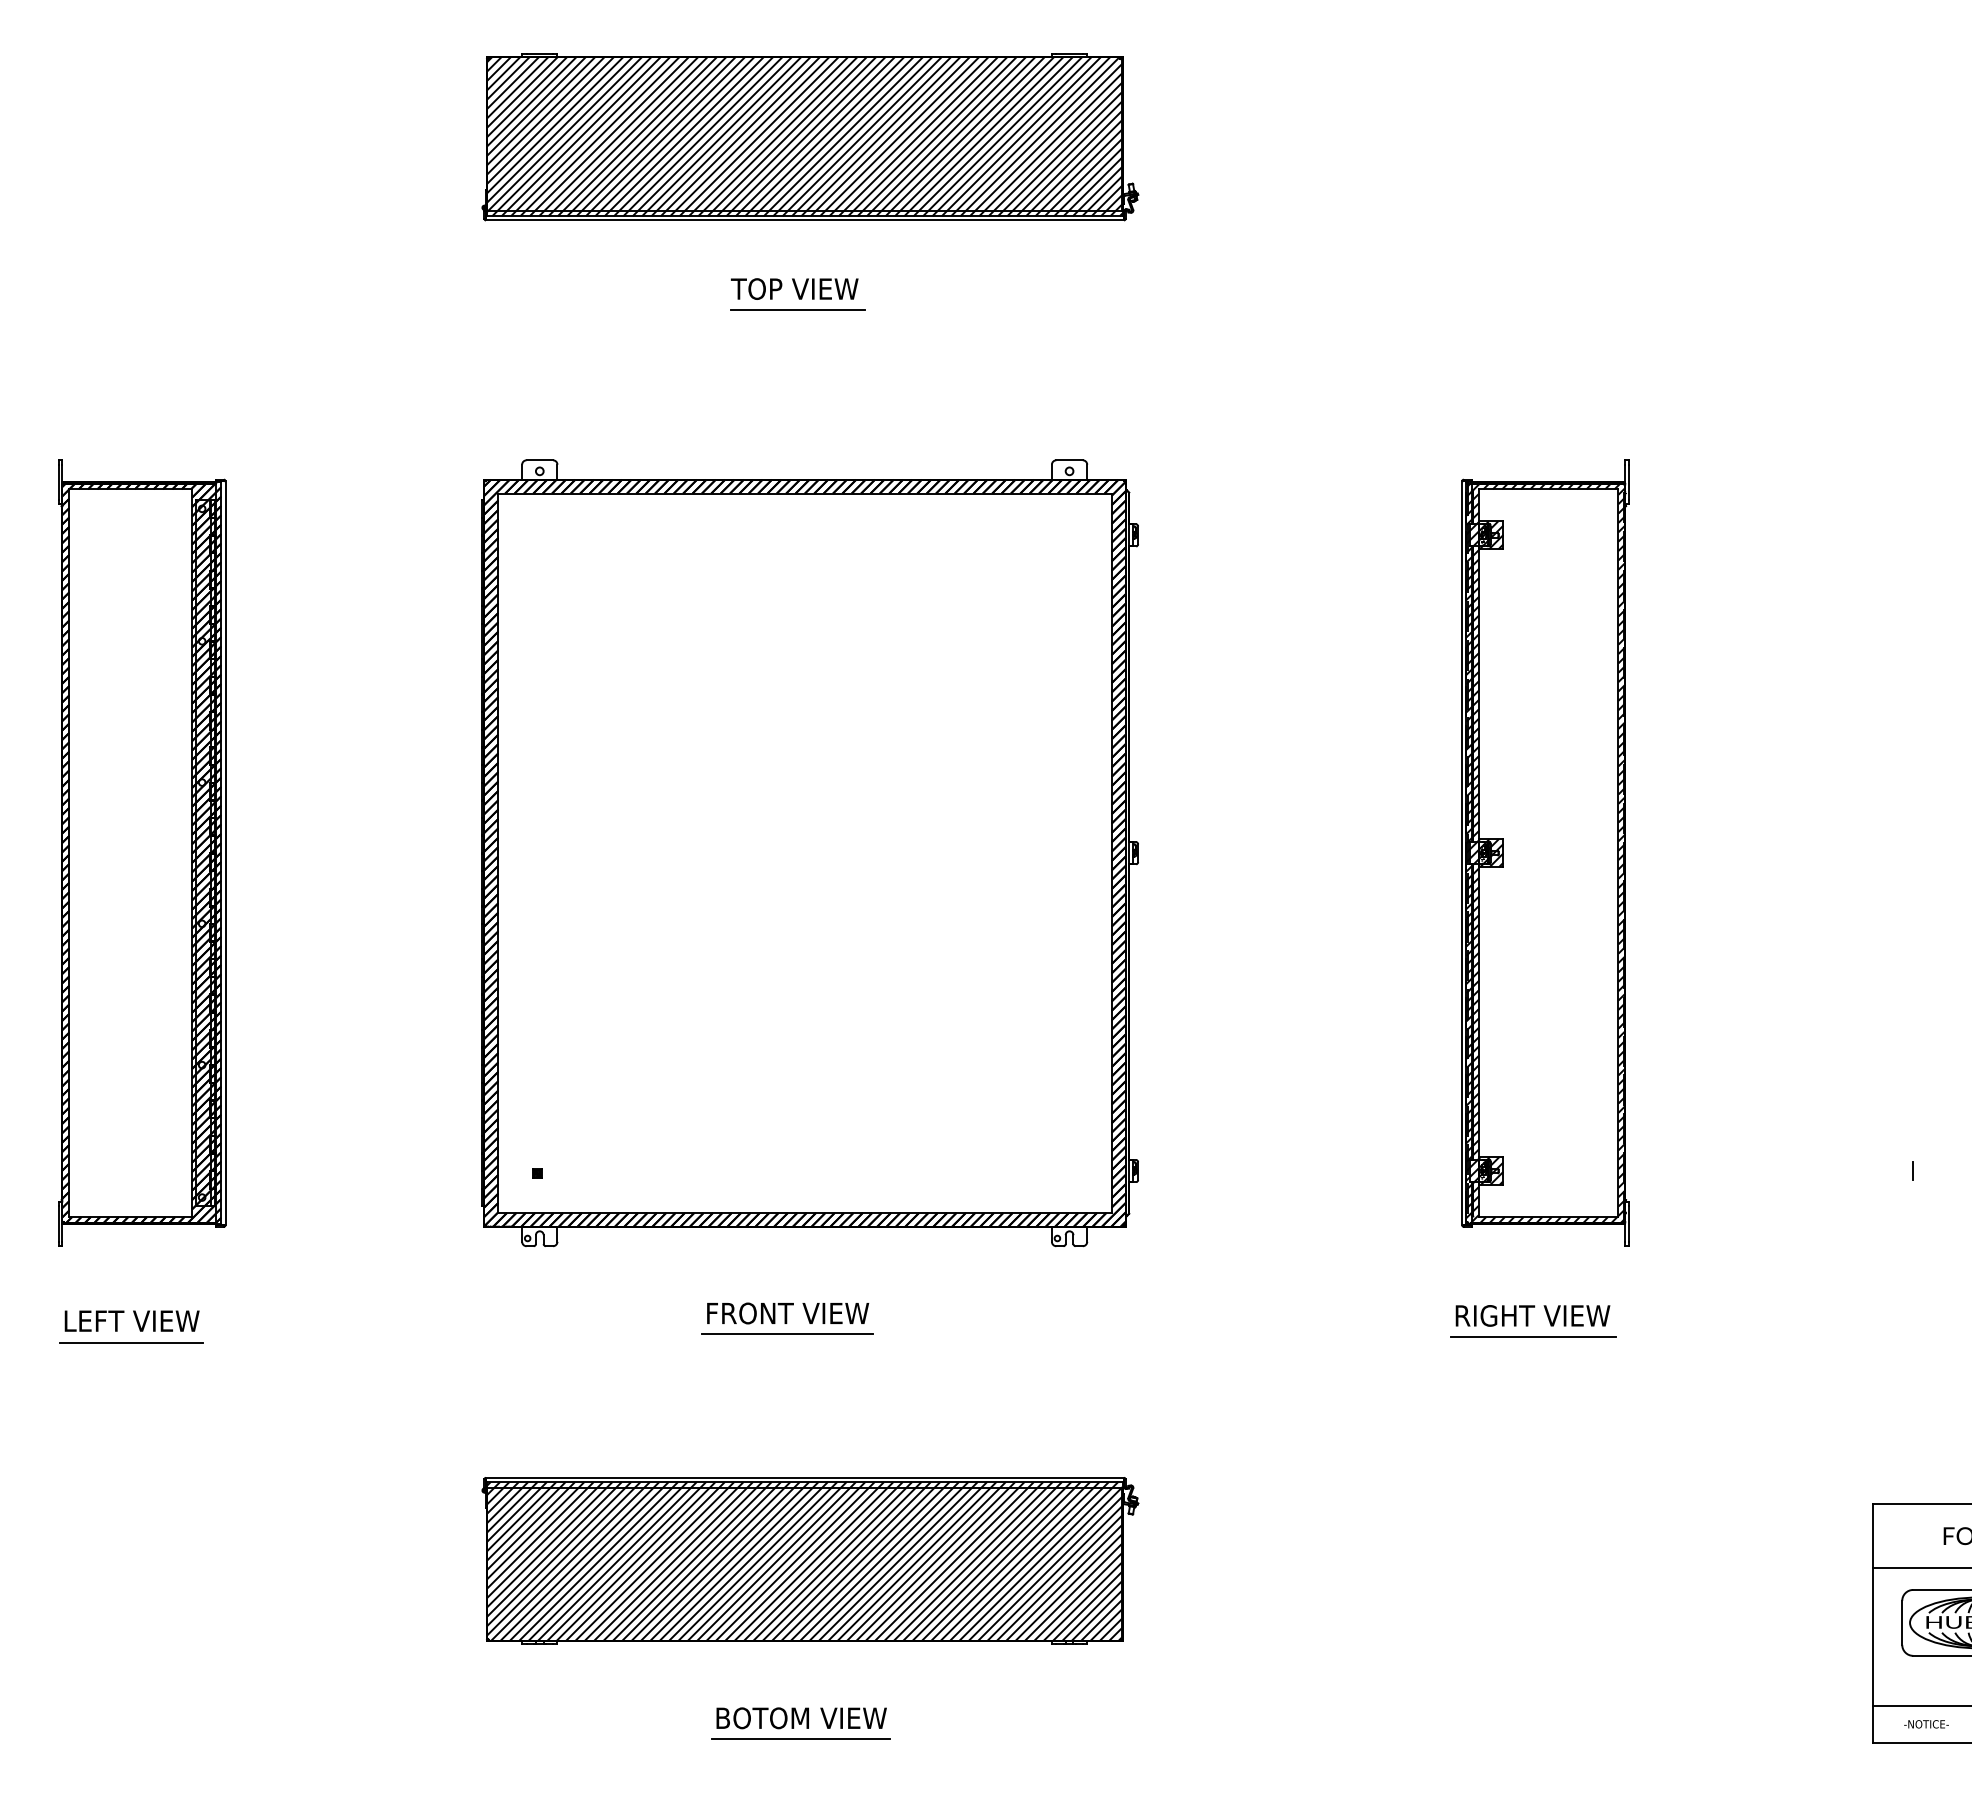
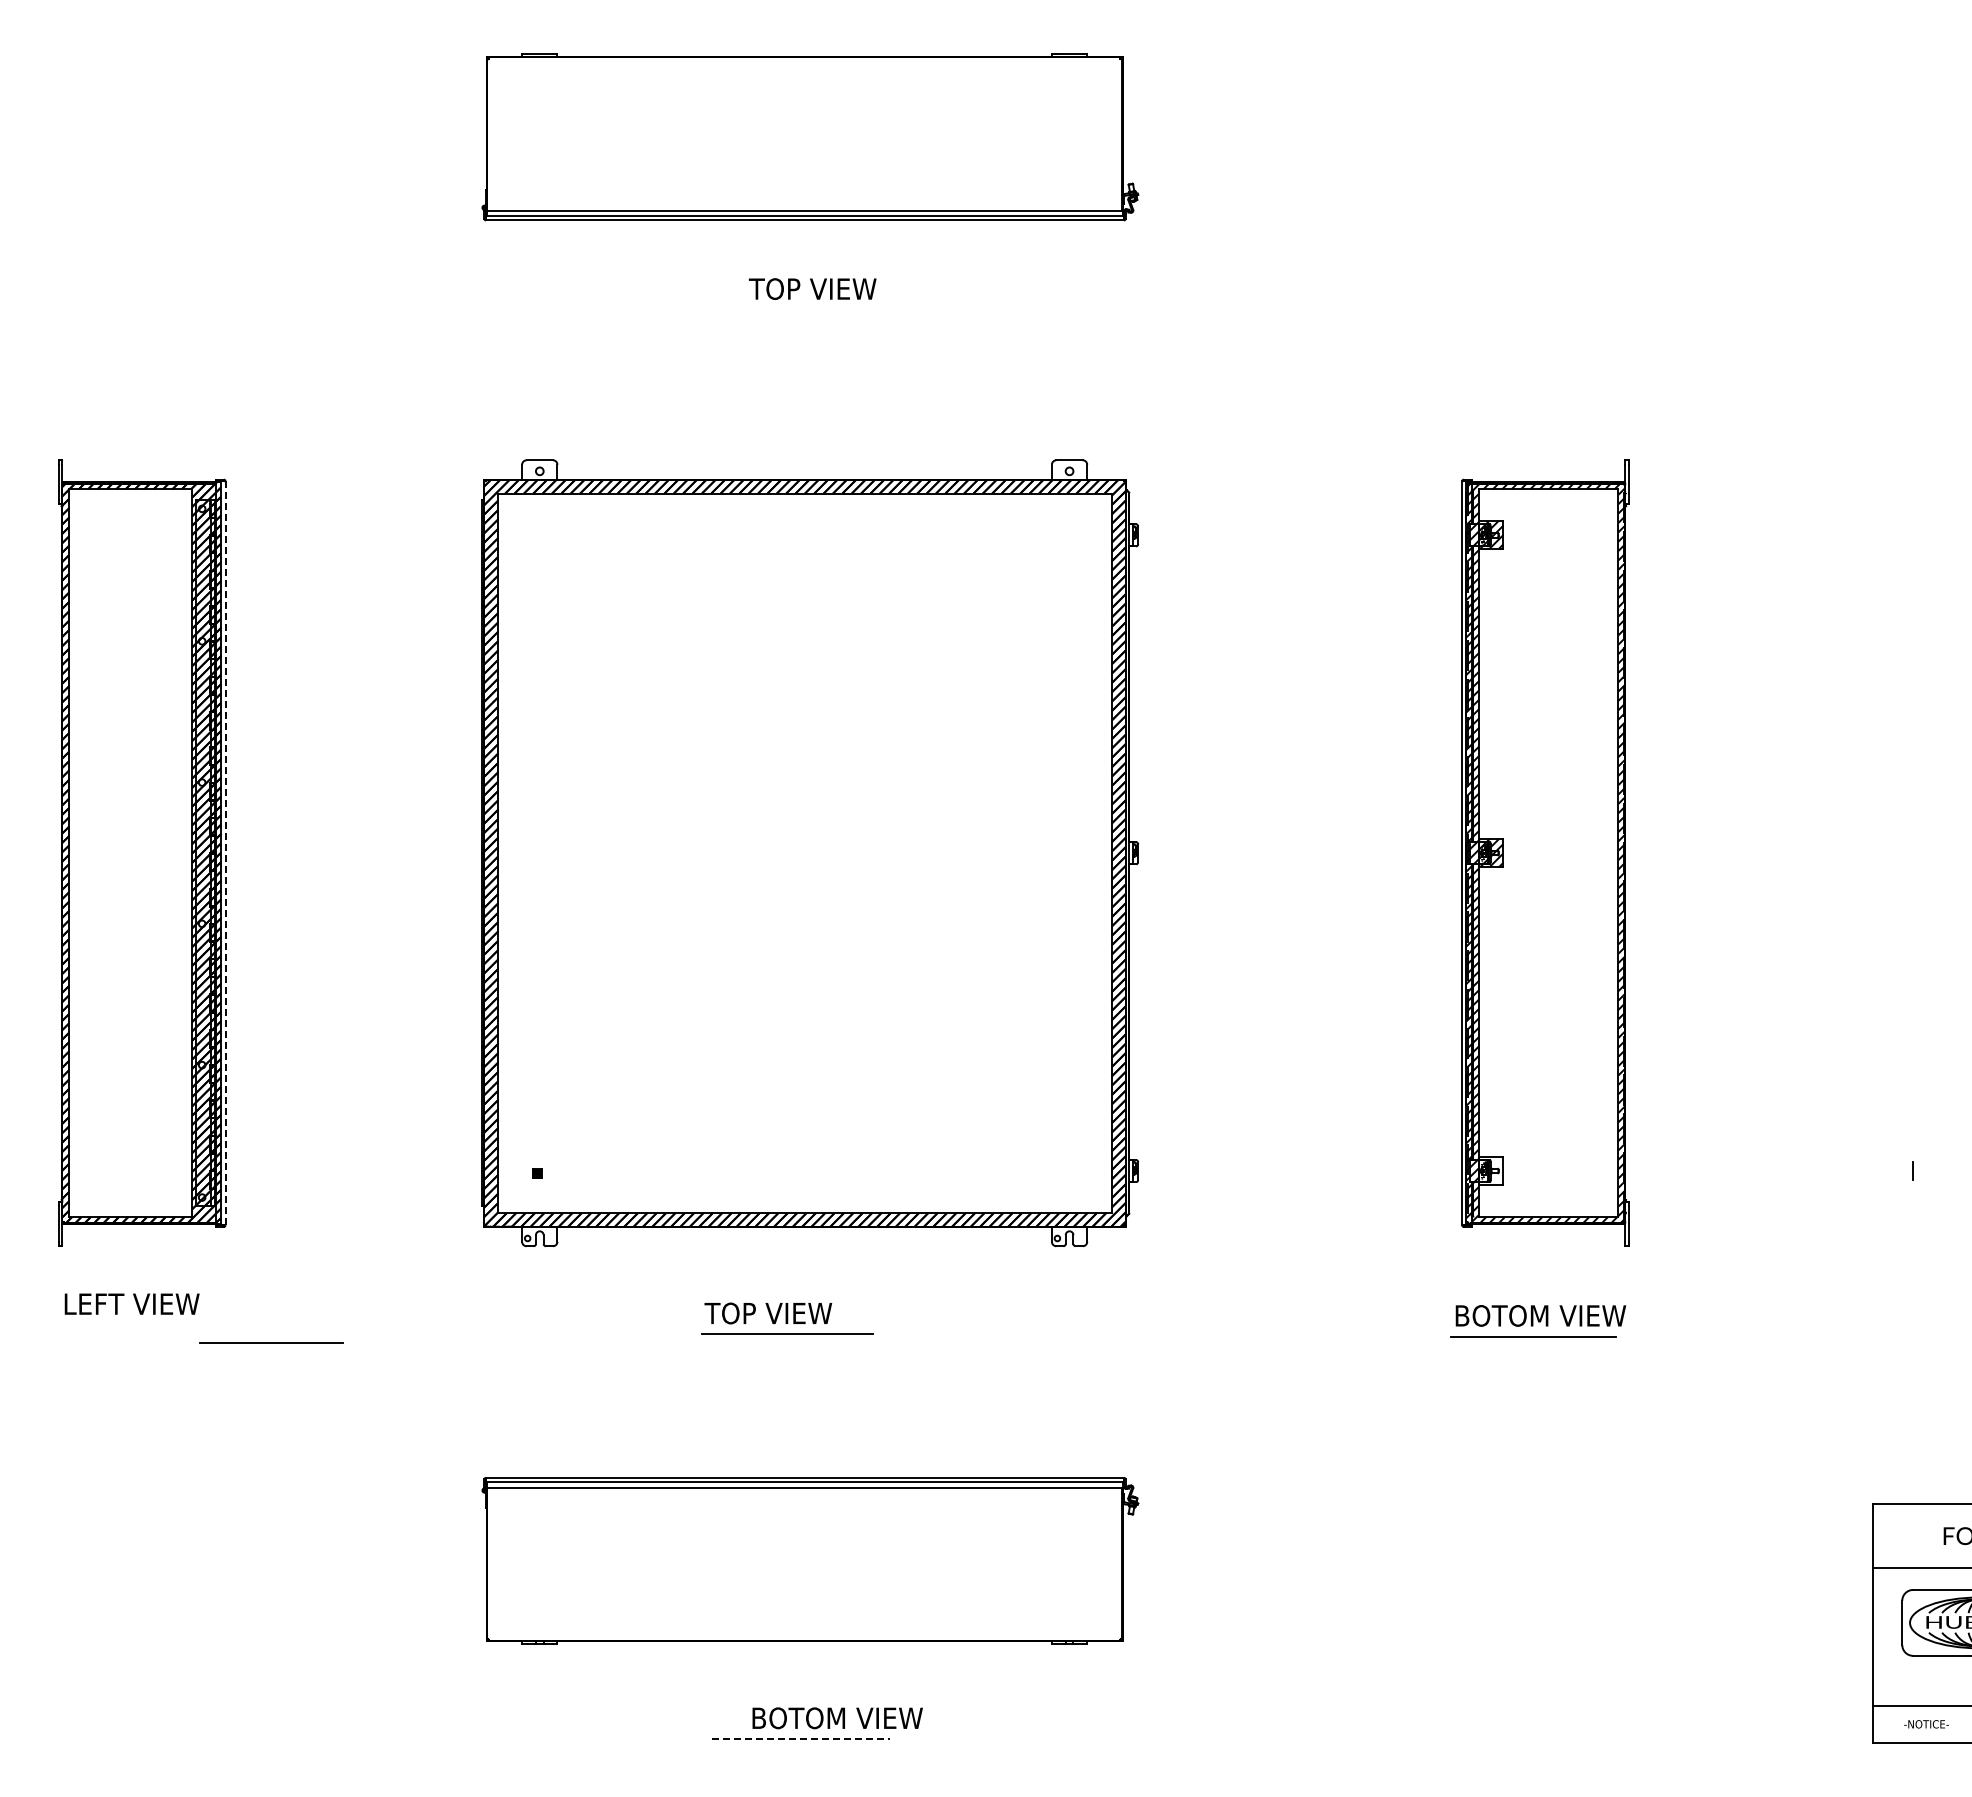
hatch at (804, 136): present -> none
text at (794, 288) position: (794, 288) -> (812, 288)
line at (797, 310): present -> none
line at (225, 853): solid -> dashed
hatch at (1491, 1171): present -> none
text at (786, 1313): FRONT VIEW -> TOP VIEW
text at (1542, 1315): RIGHT VIEW -> BOTOM VIEW
text at (131, 1320) position: (131, 1320) -> (131, 1303)
line at (131, 1342) position: (131, 1342) -> (271, 1342)
hatch at (804, 1561): present -> none
text at (801, 1718) position: (801, 1718) -> (837, 1718)
line at (800, 1739): solid -> dashed
